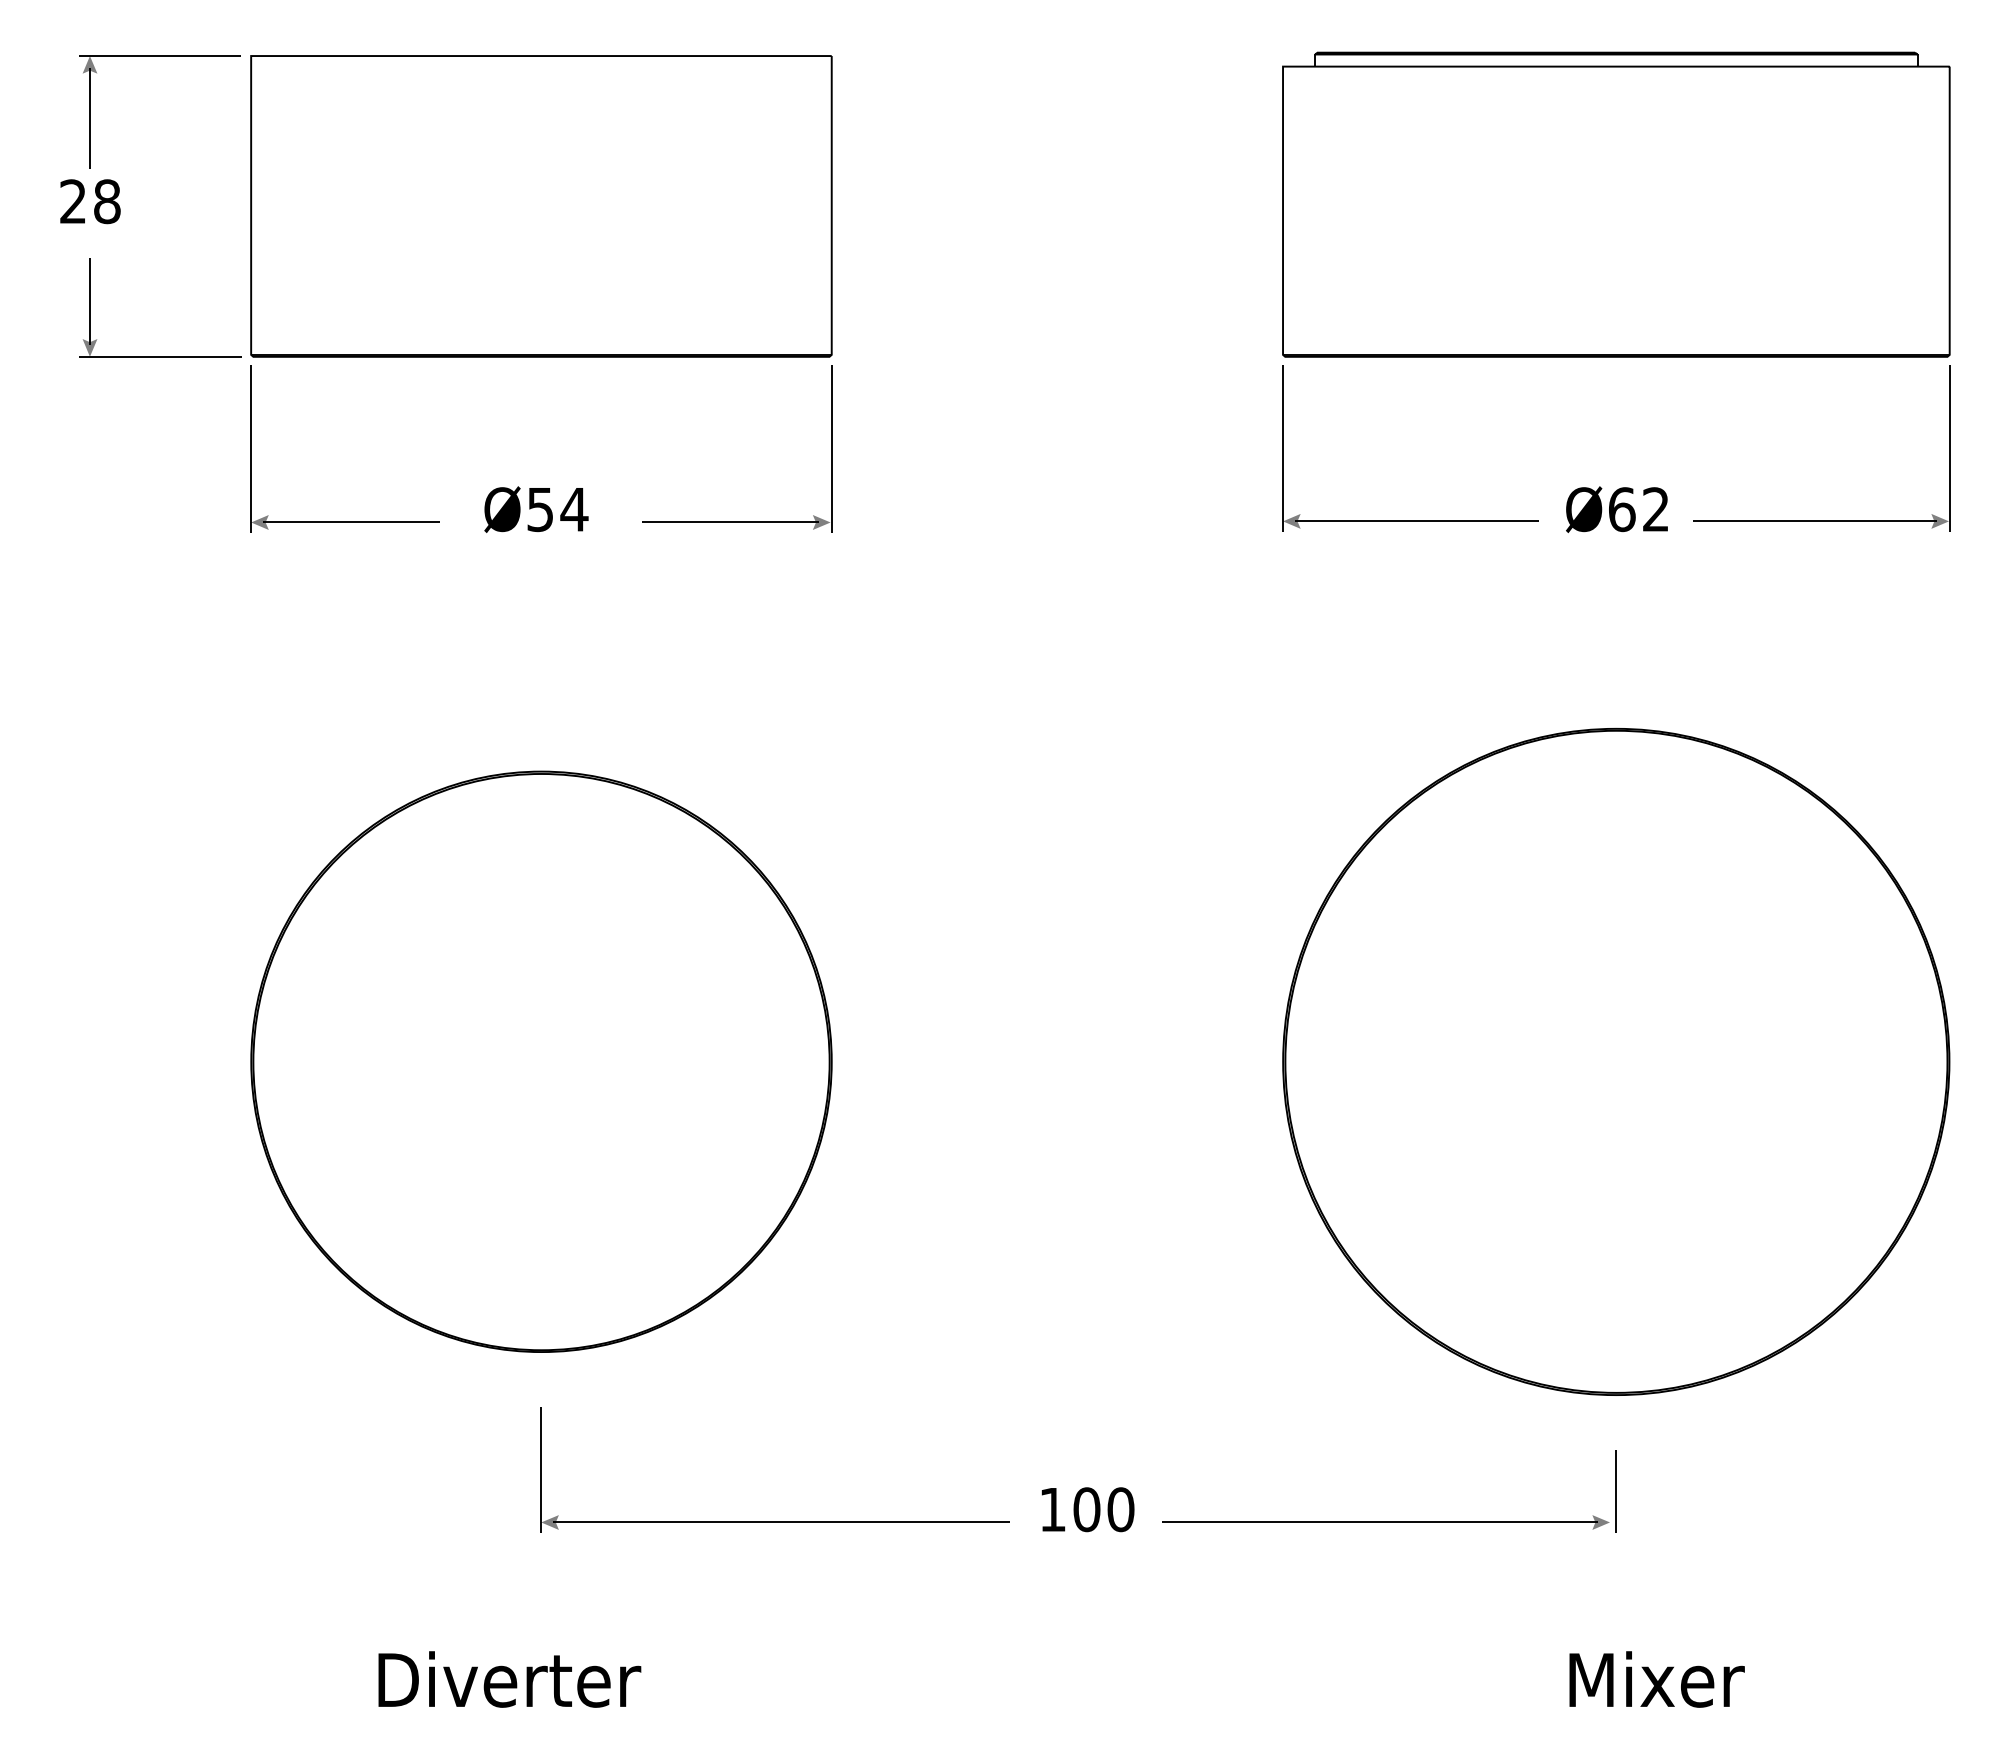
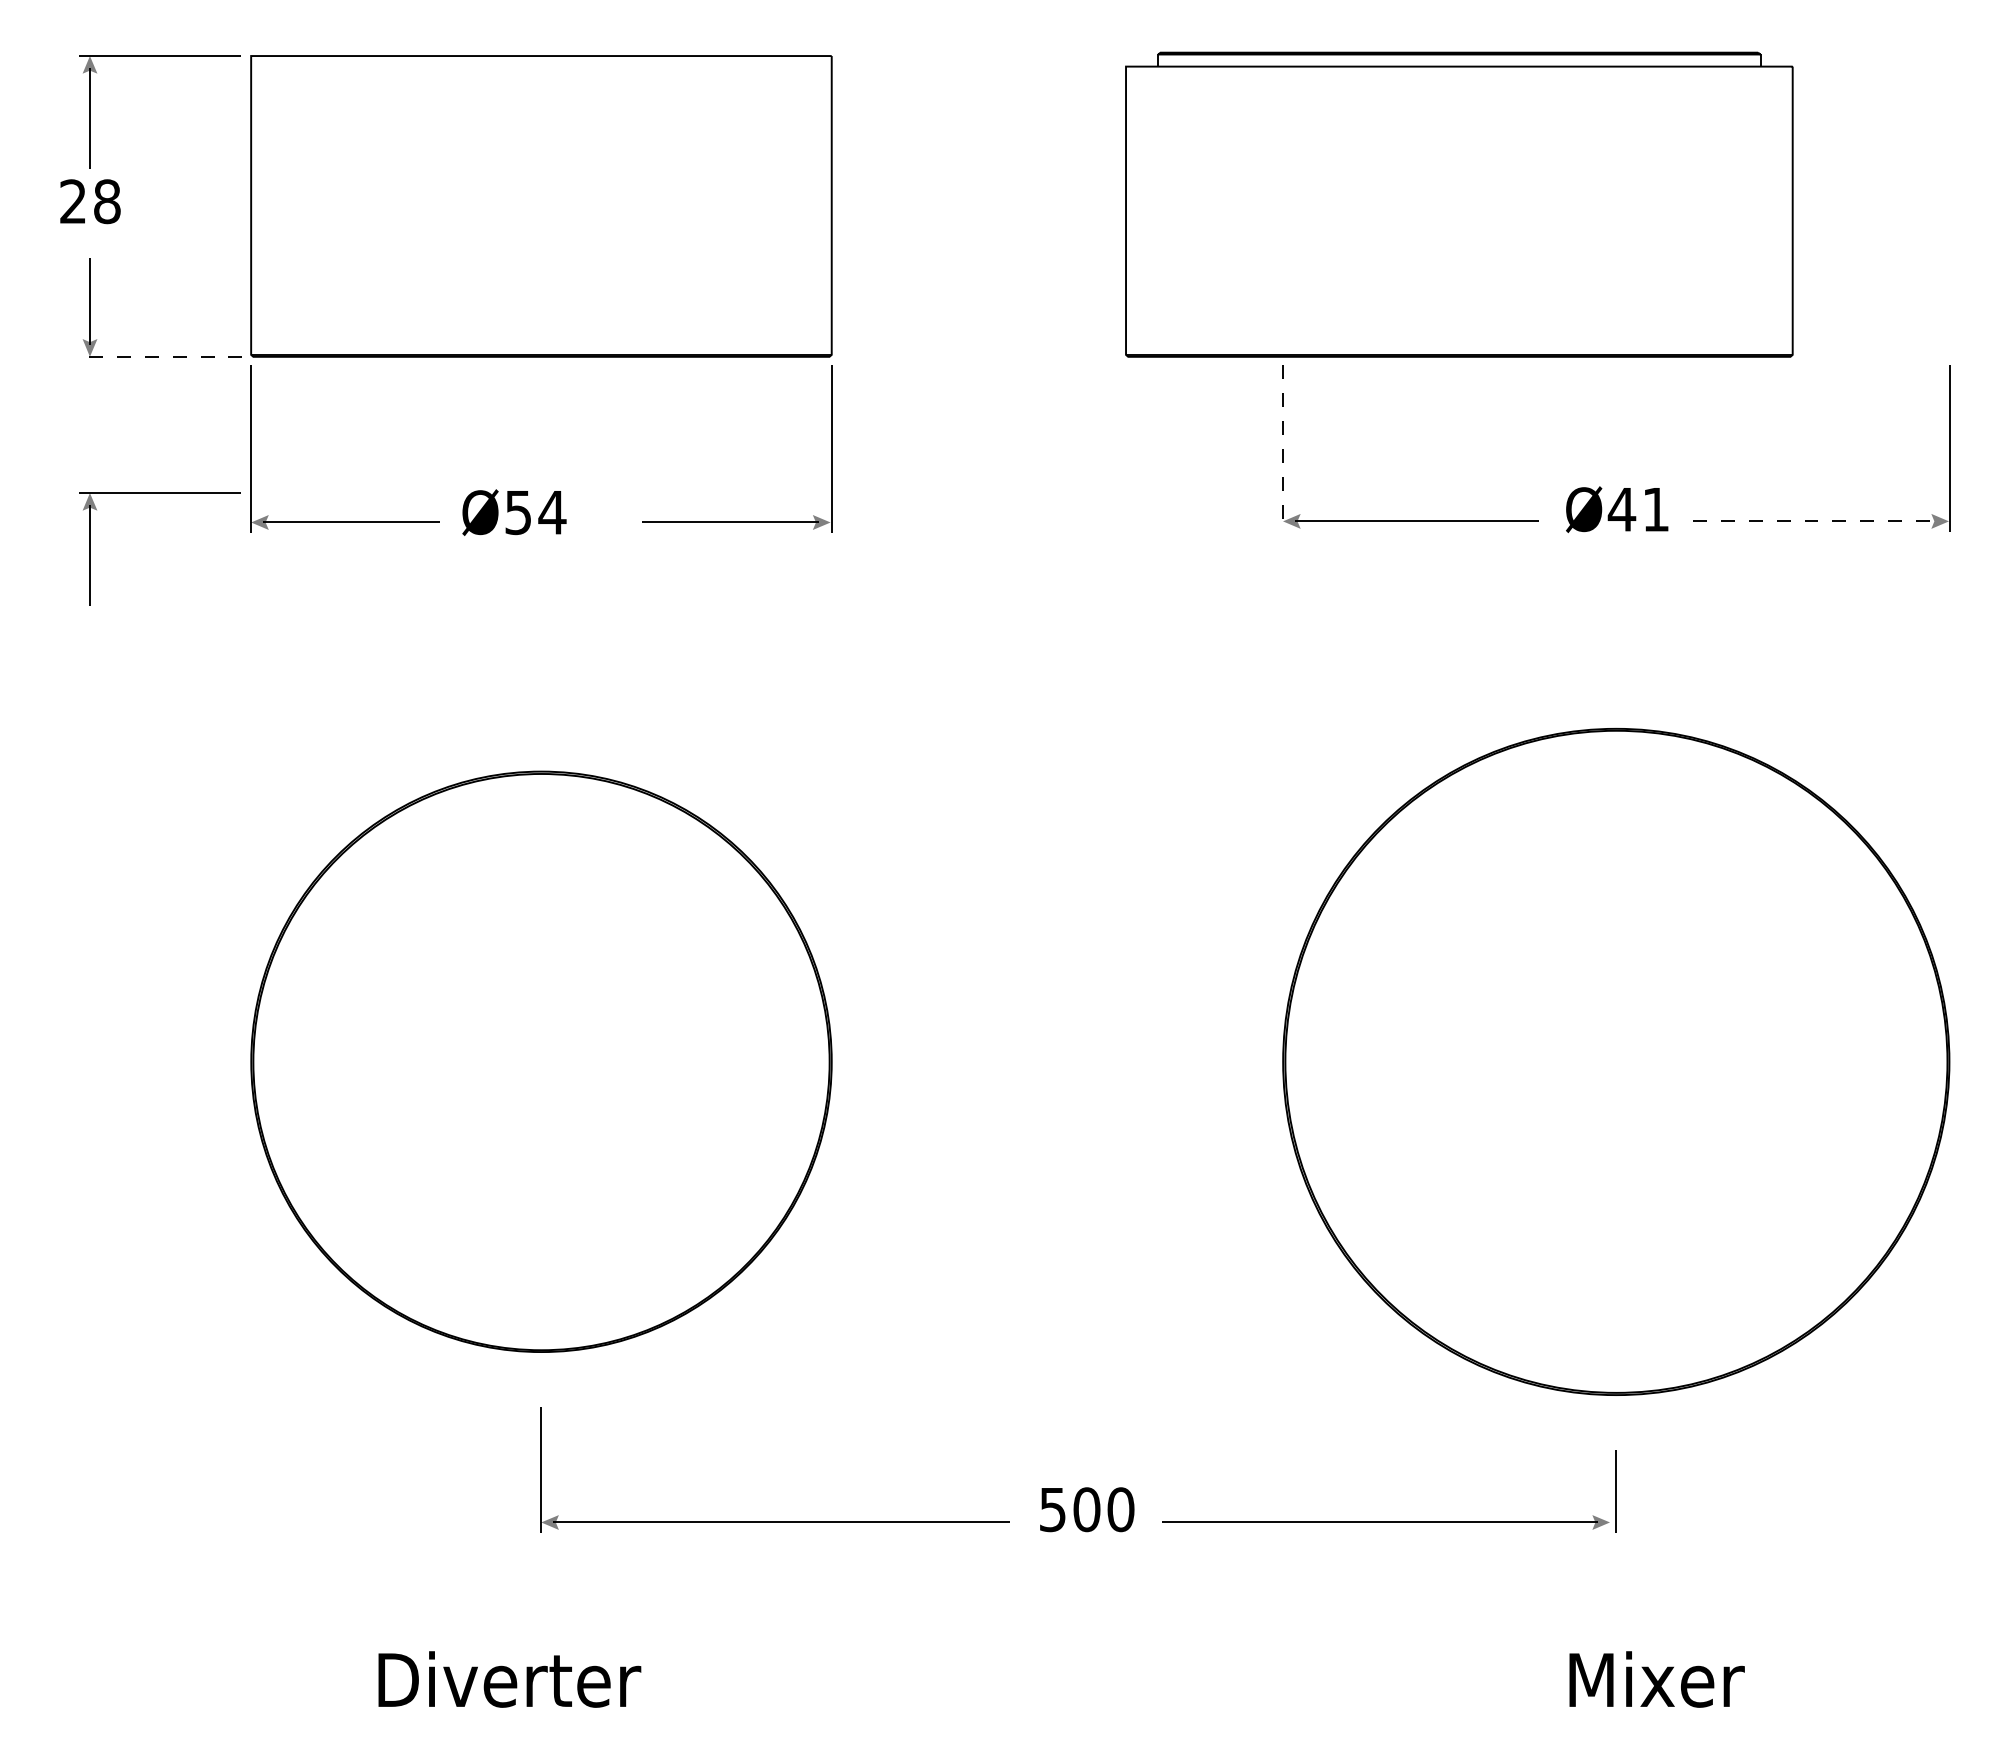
part at (1616, 204) position: (1616, 204) -> (1459, 204)
line at (160, 356): solid -> dashed
line at (1283, 449): solid -> dashed
part at (159, 493): none -> present
text at (536, 509) position: (536, 509) -> (514, 512)
text at (1637, 509): Ø62 -> Ø41
line at (1814, 521): solid -> dashed
text at (1052, 1510): 100 -> 500
